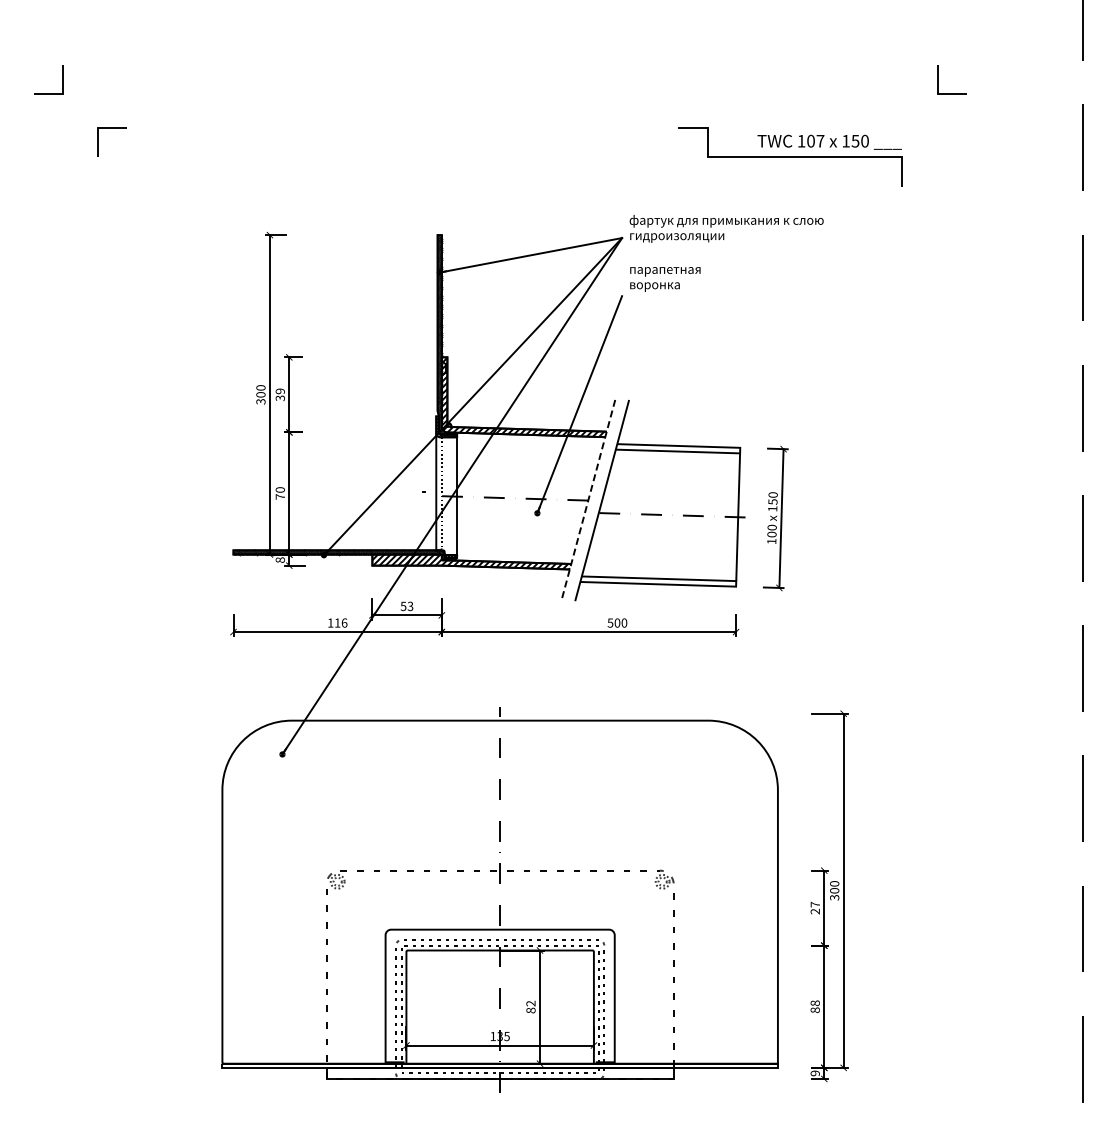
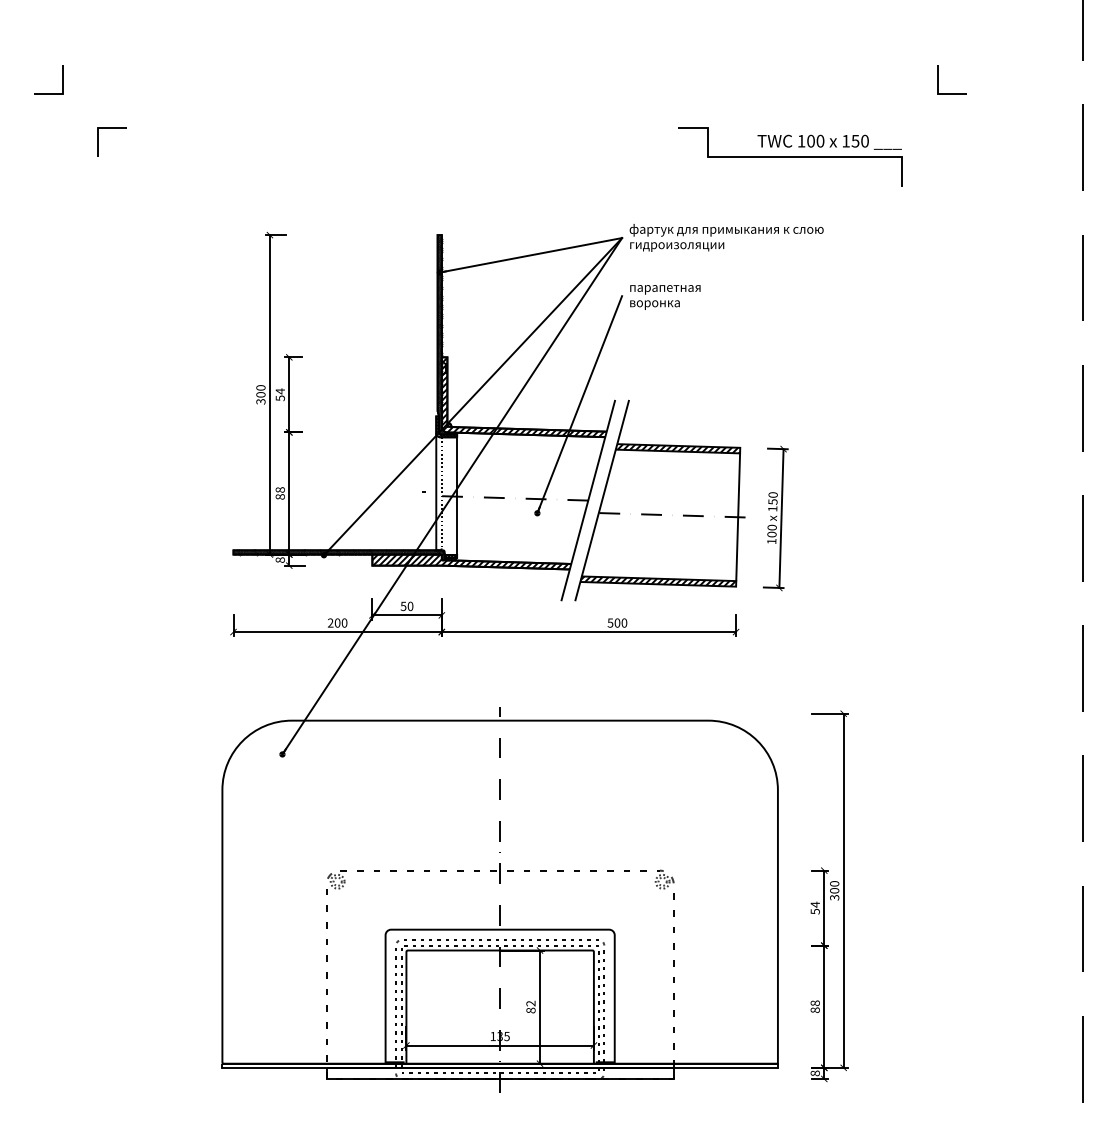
text at (820, 140): 107 -> 100
text at (726, 228) position: (726, 228) -> (726, 237)
text at (665, 279) position: (665, 279) -> (665, 297)
text at (279, 394): 39 -> 54
hatch at (678, 448): none -> present
text at (279, 493): 70 -> 88
line at (588, 501): dashed -> solid
hatch at (657, 581): none -> present
text at (410, 605): 53 -> 50
text at (337, 622): 116 -> 200
text at (814, 907): 27 -> 54
text at (814, 1073): 9 -> 8
